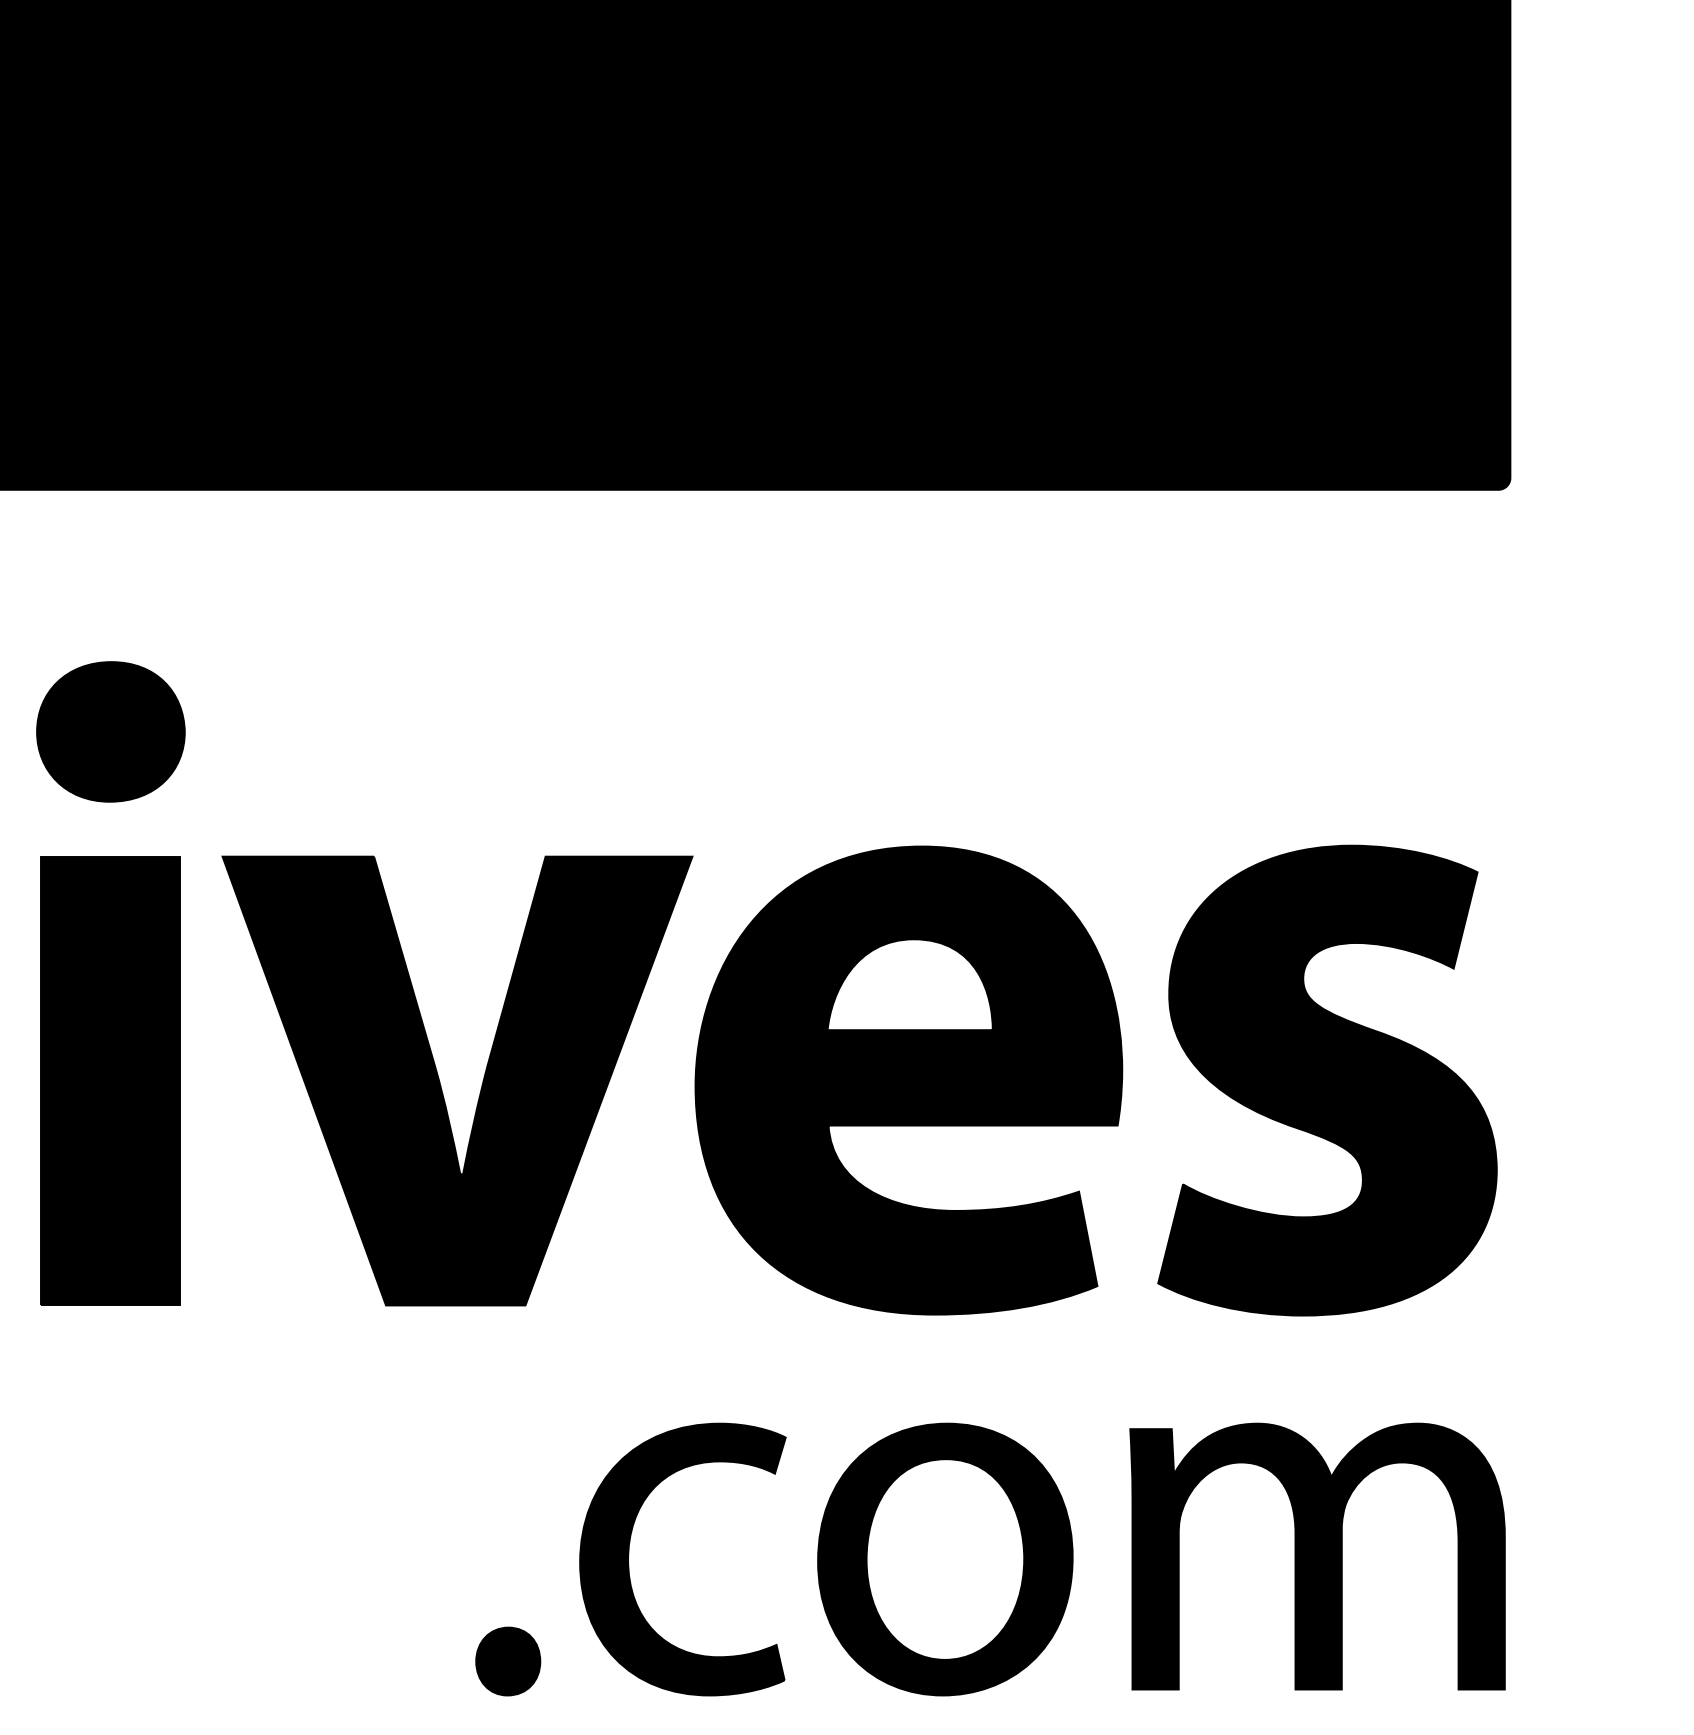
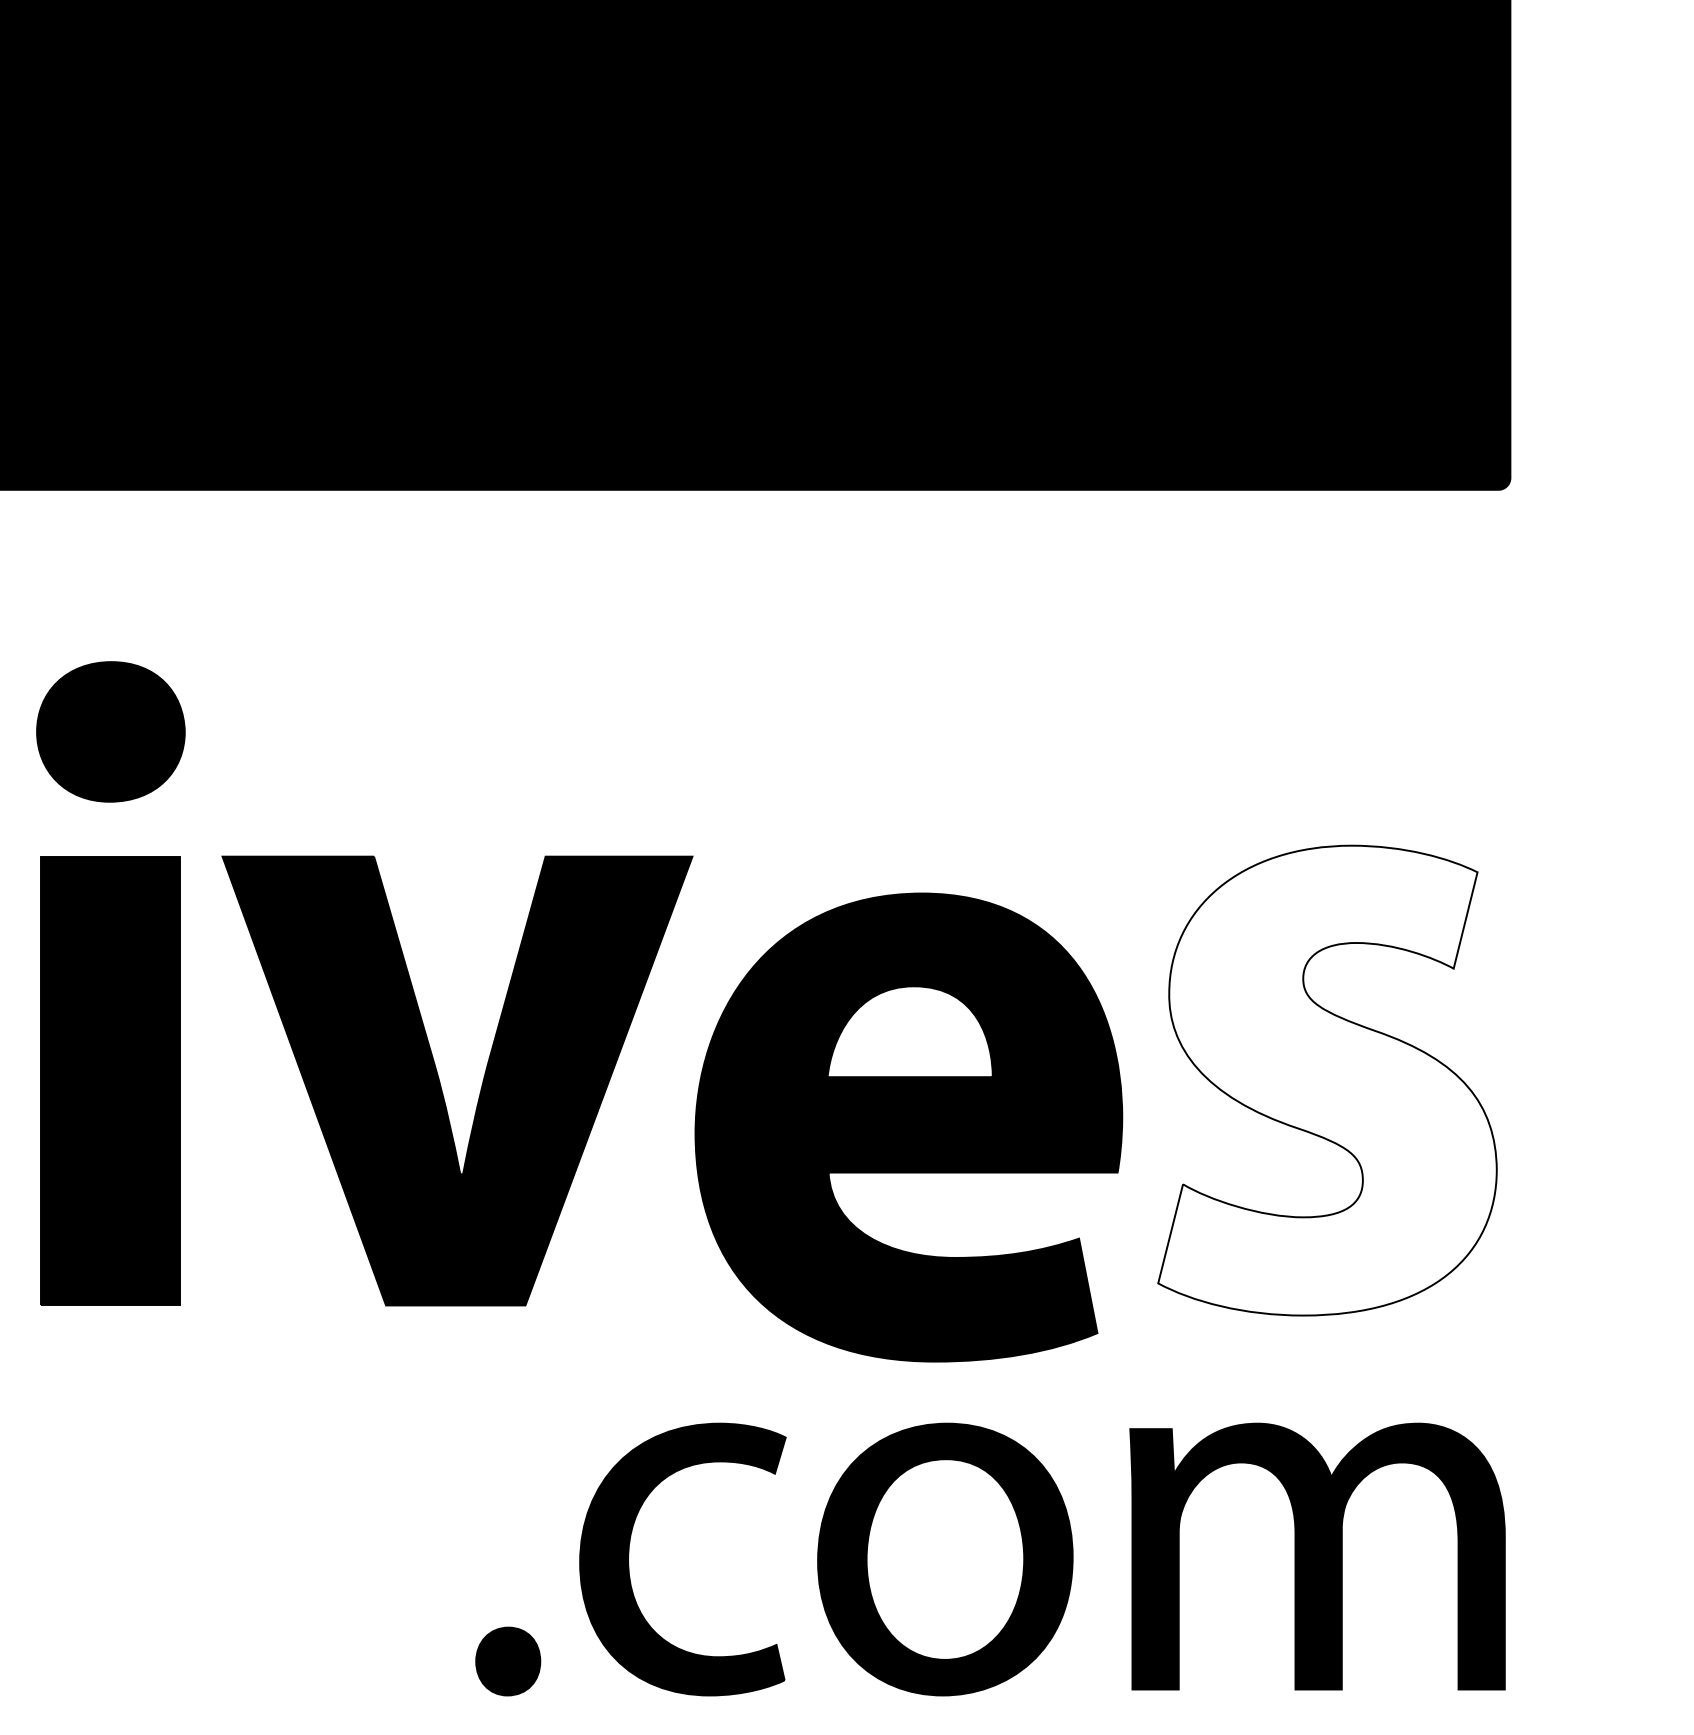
part at (908, 1080) position: (908, 1080) -> (908, 1127)
fill at (1327, 1080): present -> none
